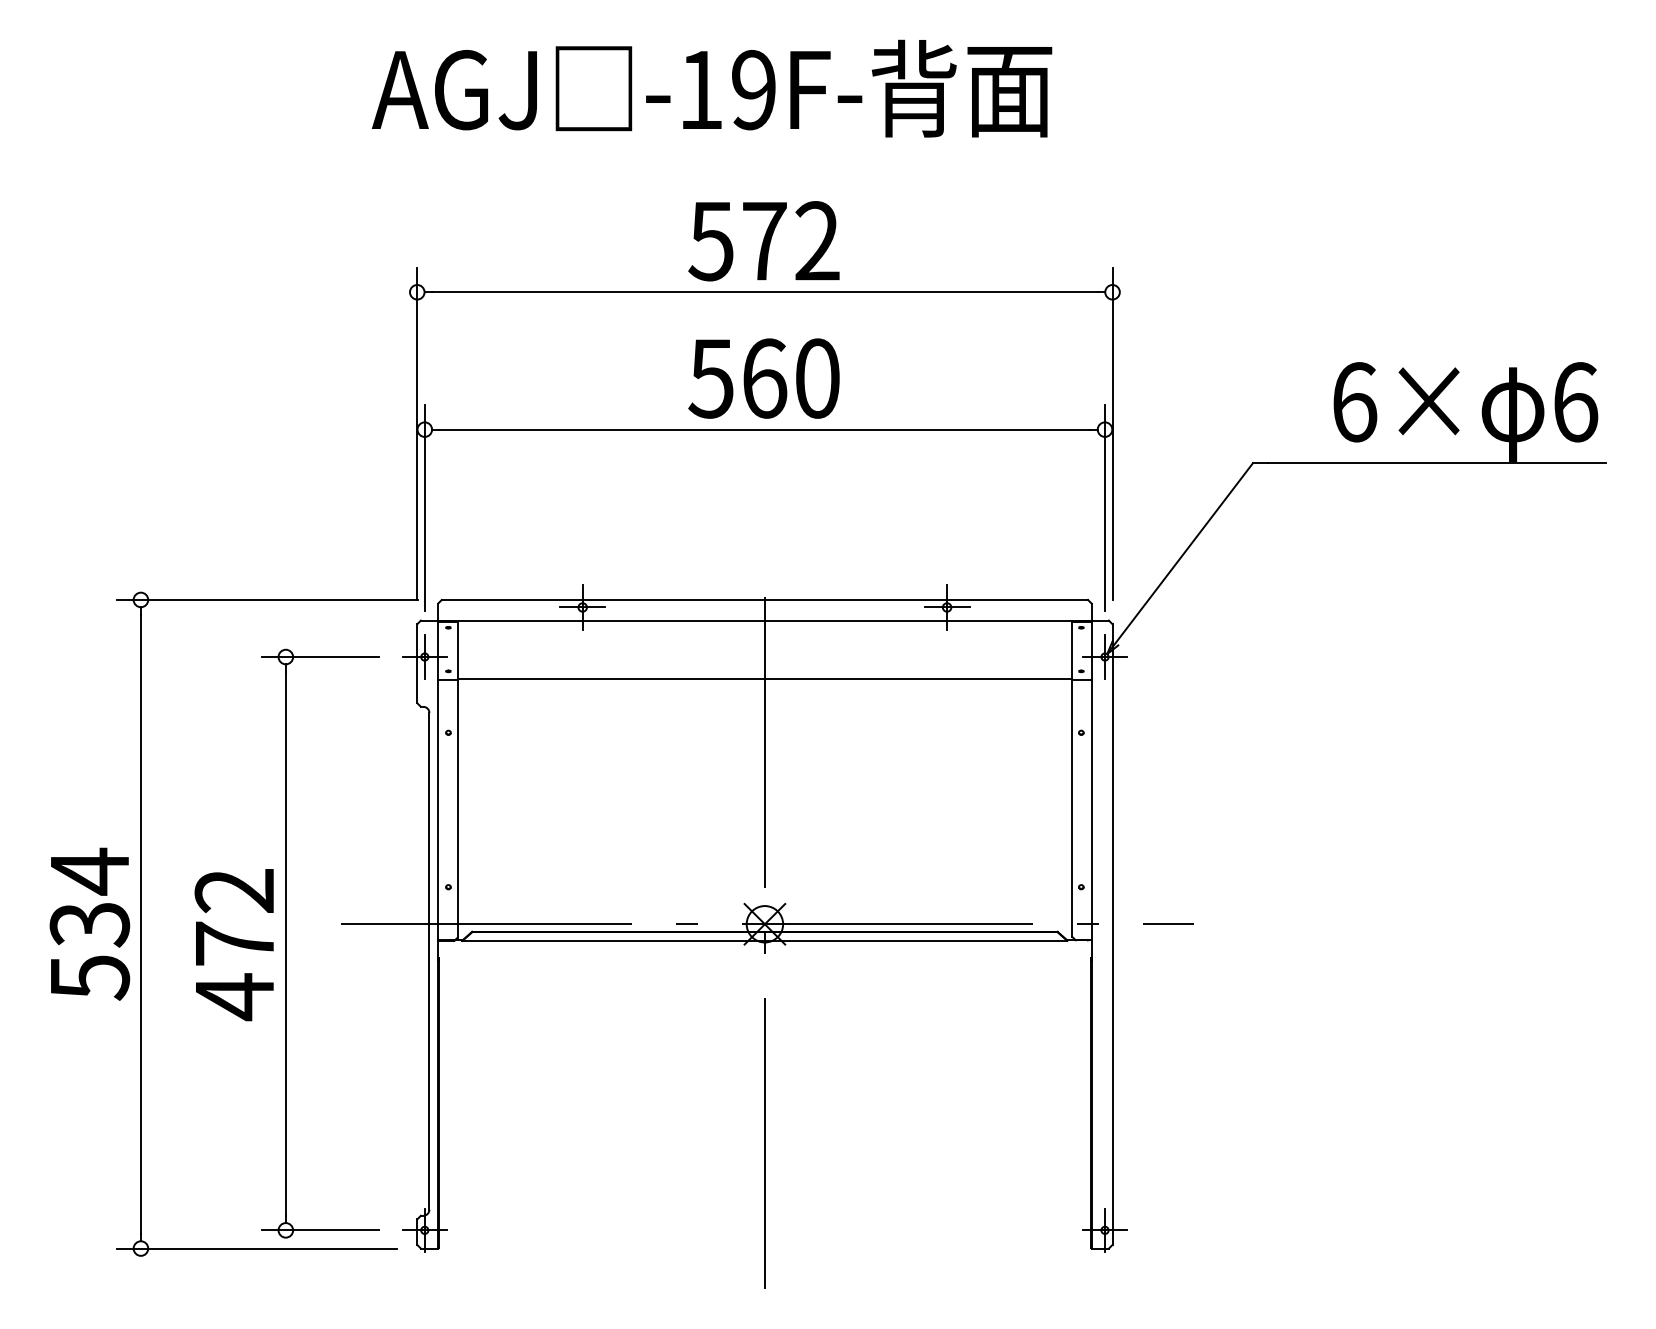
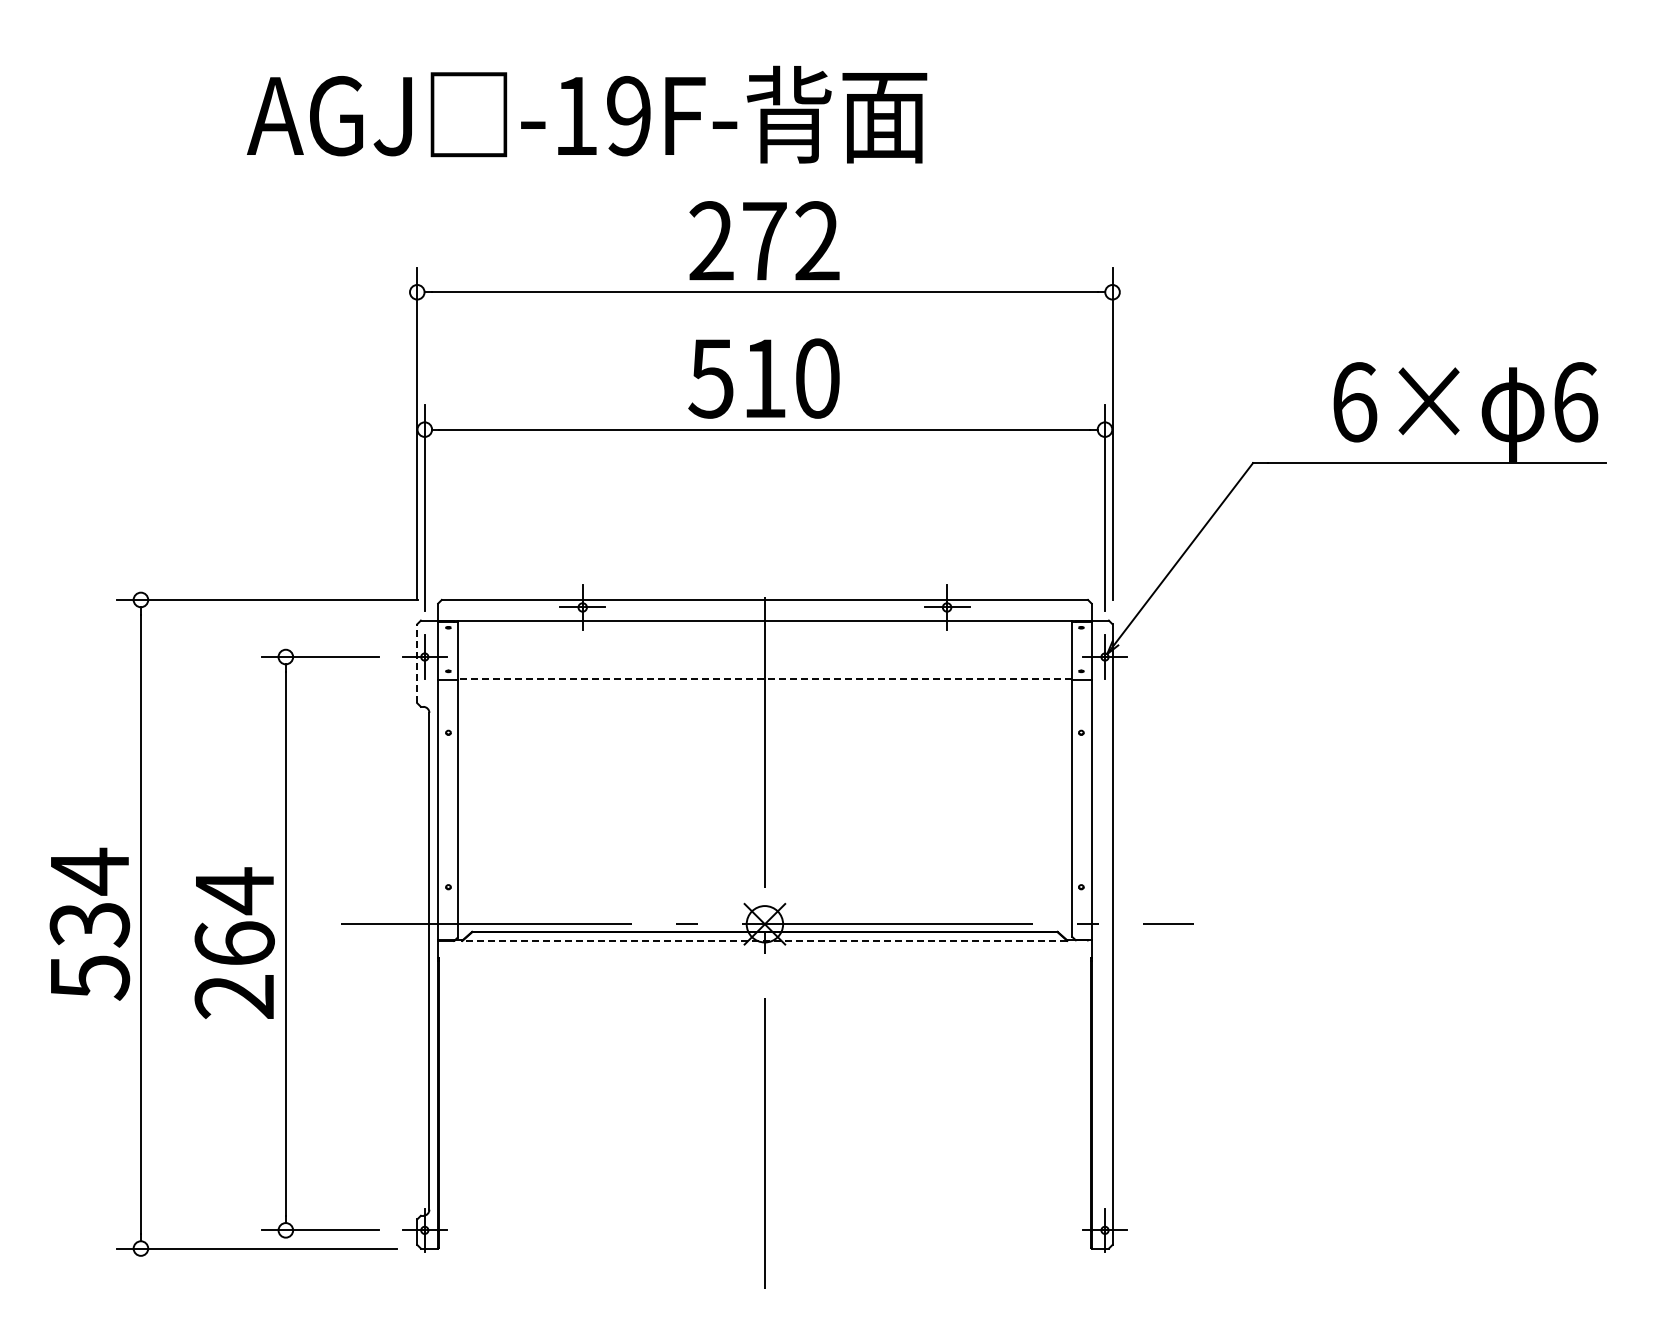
text at (712, 88) position: (712, 88) -> (587, 114)
text at (710, 241): 572 -> 272
text at (765, 378): 560 -> 510
line at (417, 663): solid -> dashed
line at (764, 678): solid -> dashed
line at (764, 940): solid -> dashed
text at (234, 944): 472 -> 264
